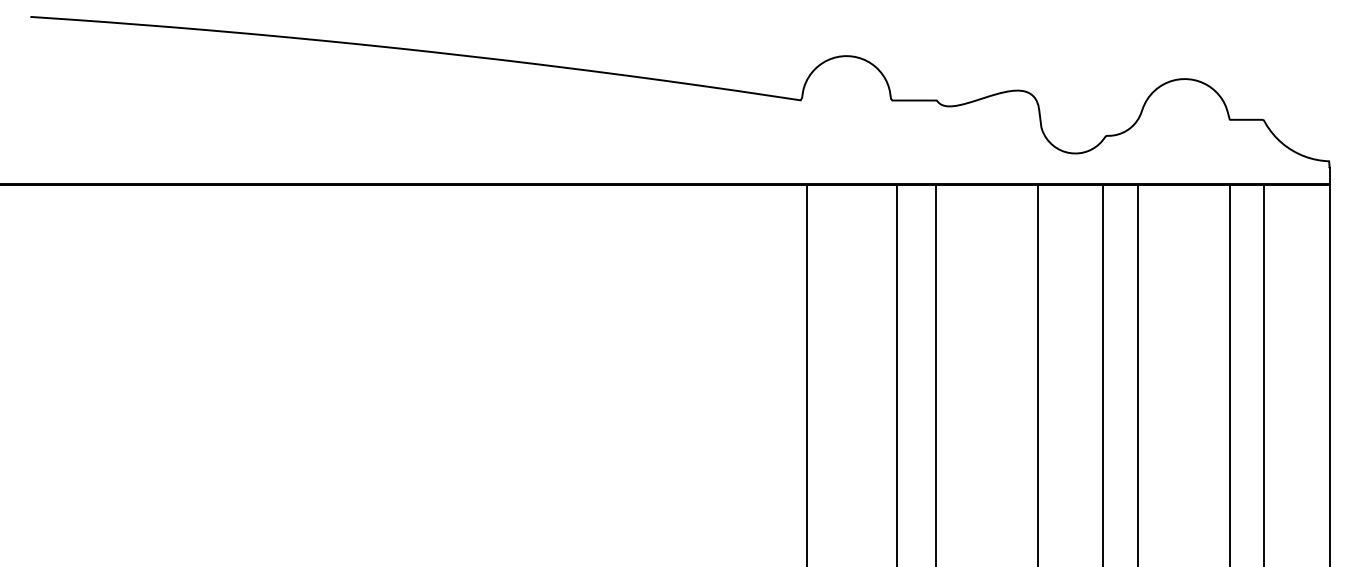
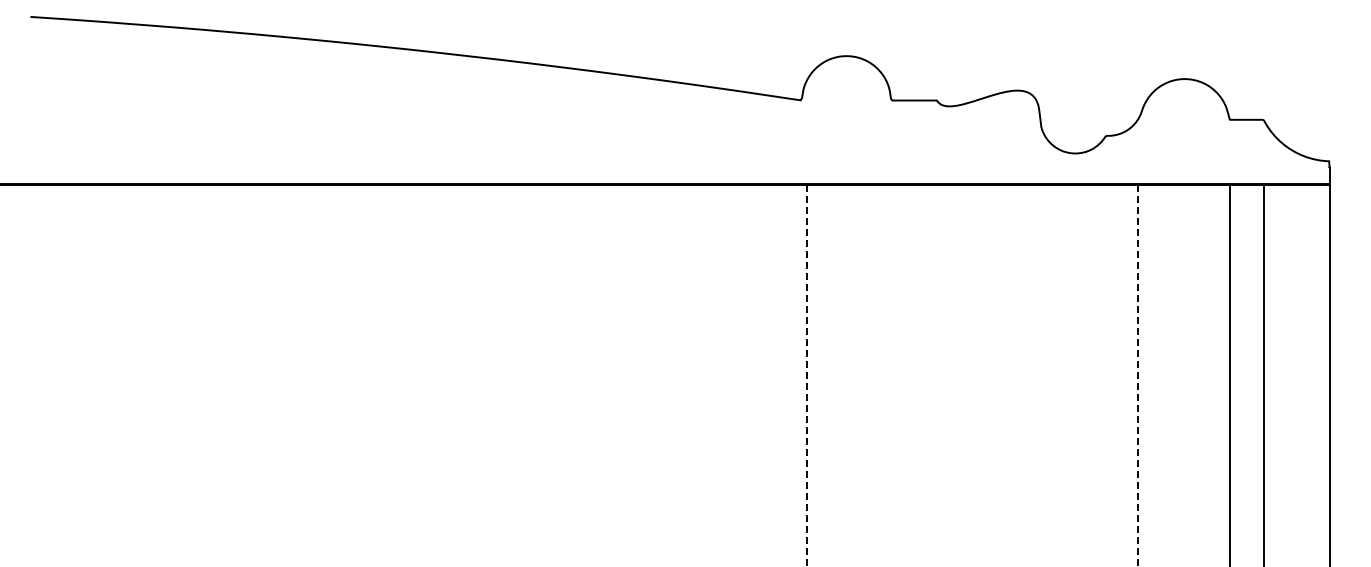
line at (896, 373): present -> none
line at (935, 373): present -> none
line at (1038, 373): present -> none
line at (1103, 373): present -> none
line at (806, 375): solid -> dashed
line at (1138, 375): solid -> dashed
